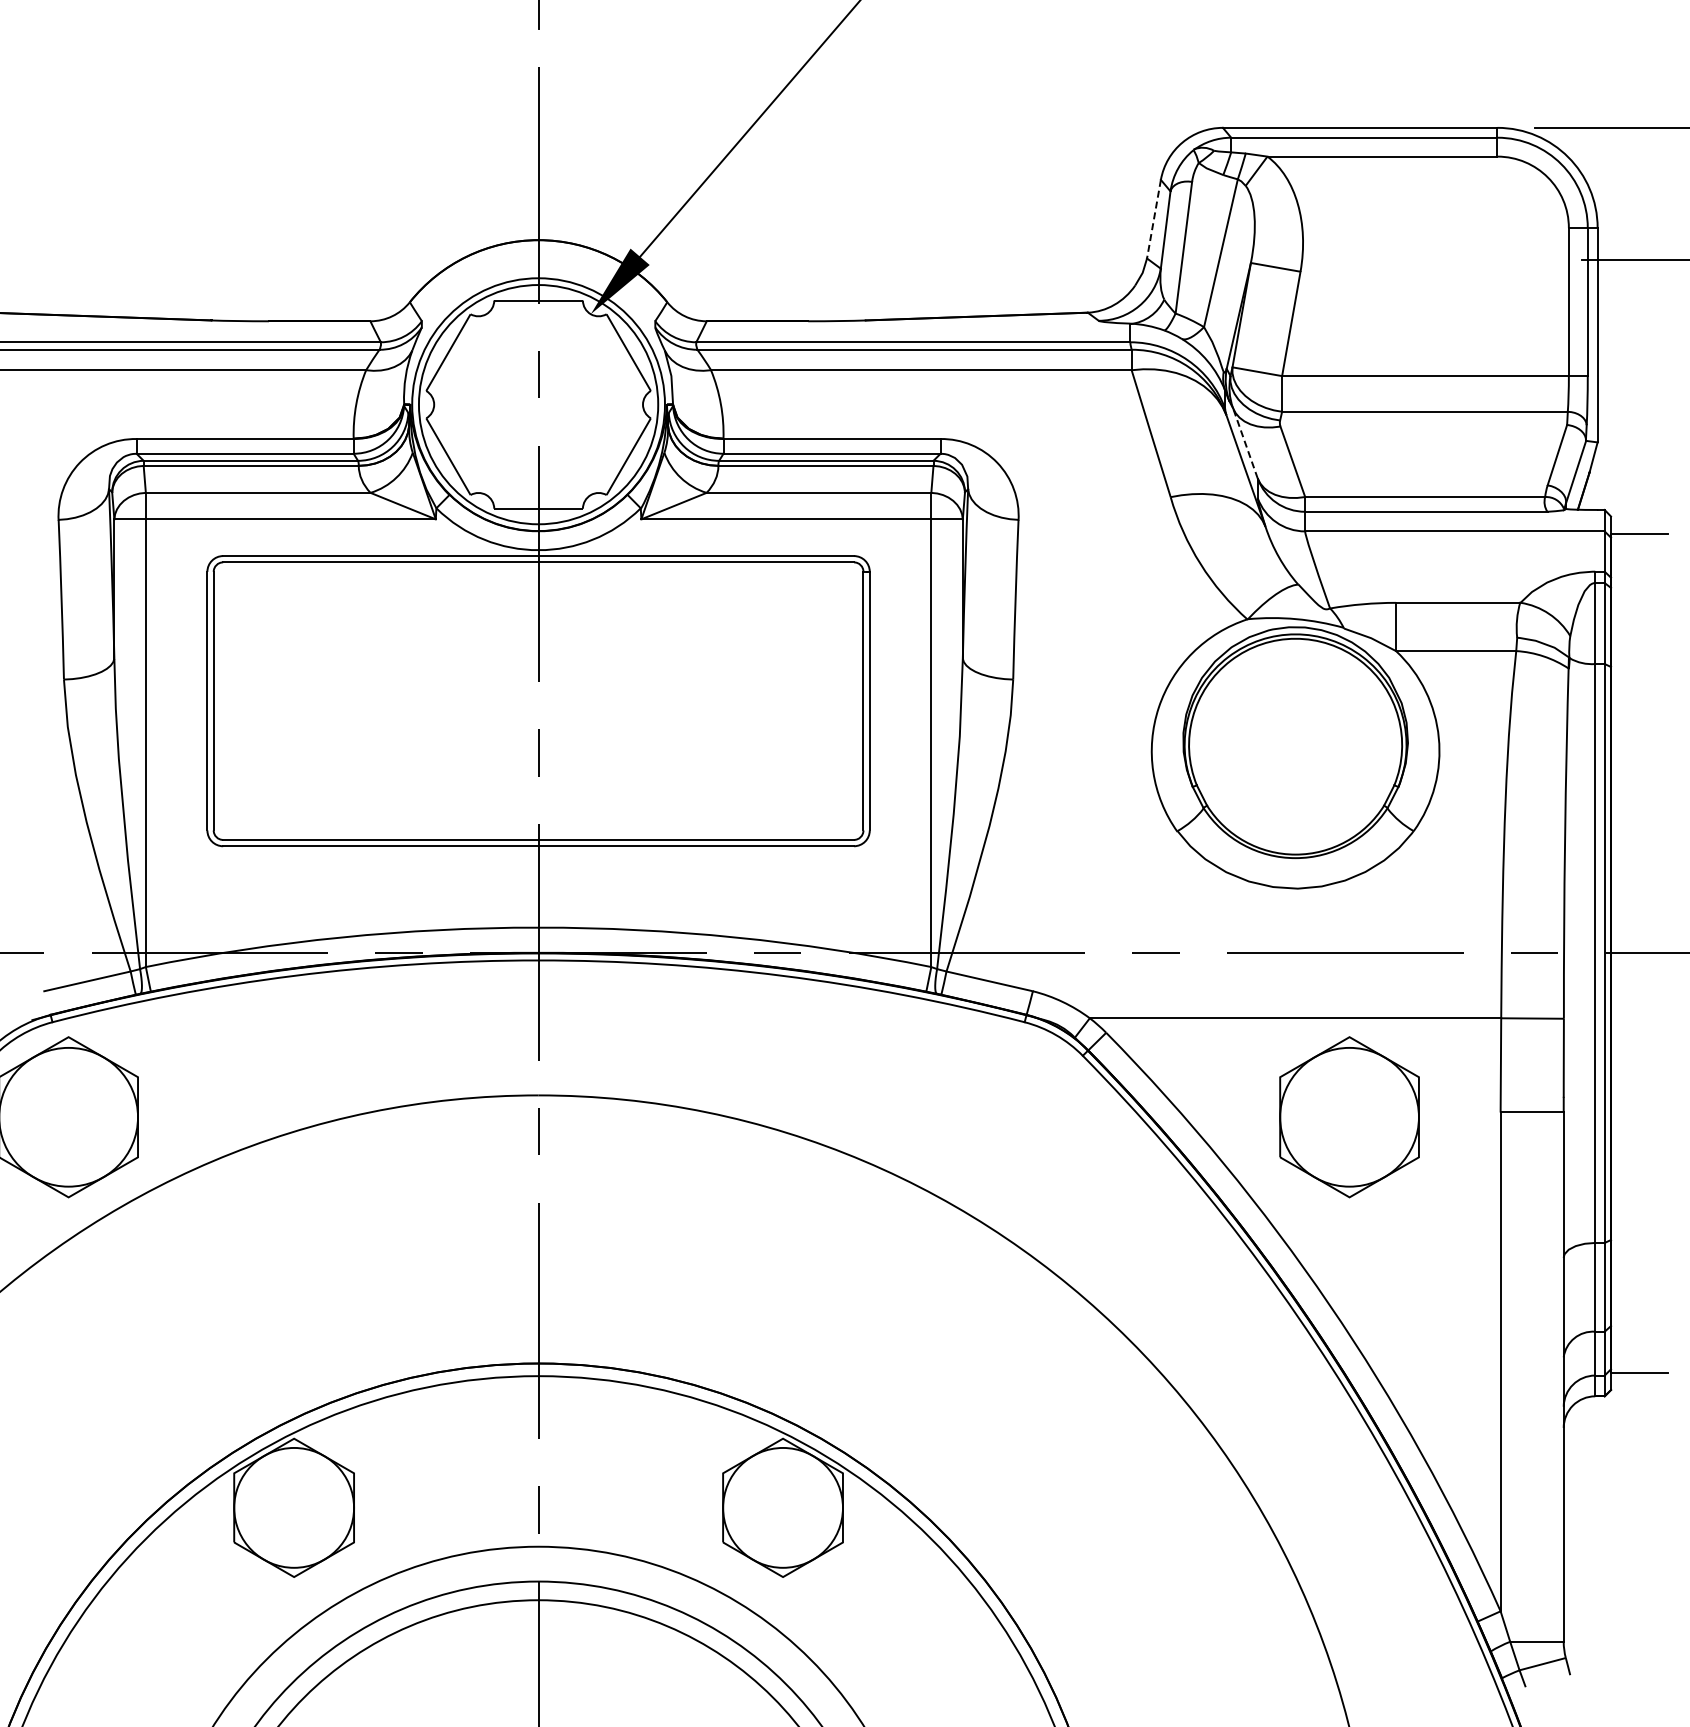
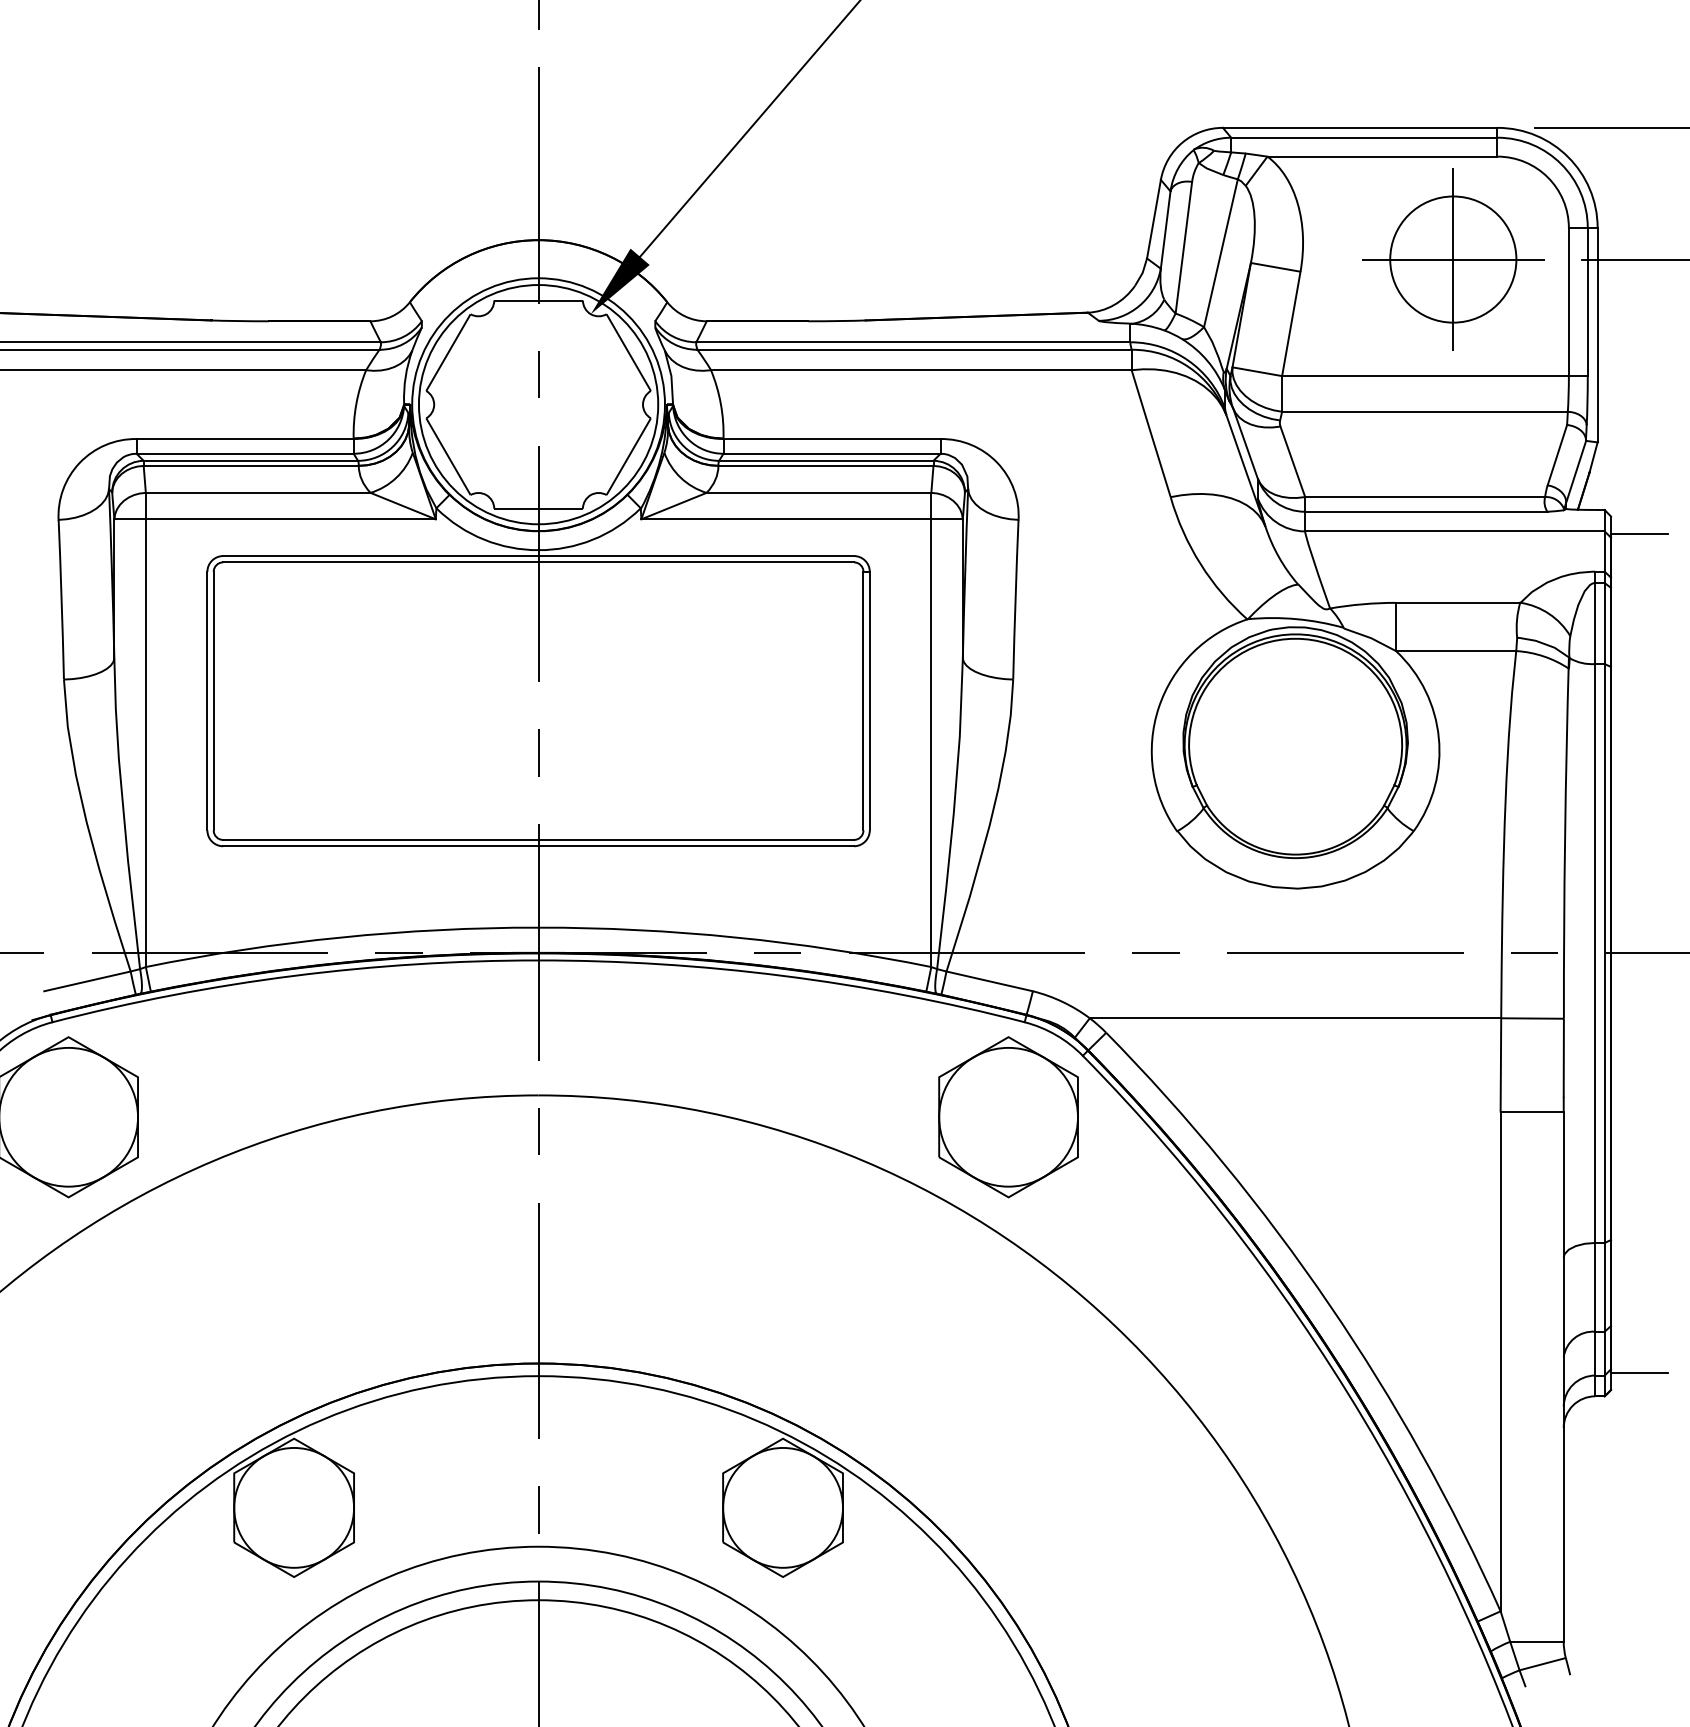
line at (1153, 219): dashed -> solid
part at (1453, 259): none -> present
line at (1245, 442): dashed -> solid
part at (1349, 1117) position: (1349, 1117) -> (1008, 1117)
